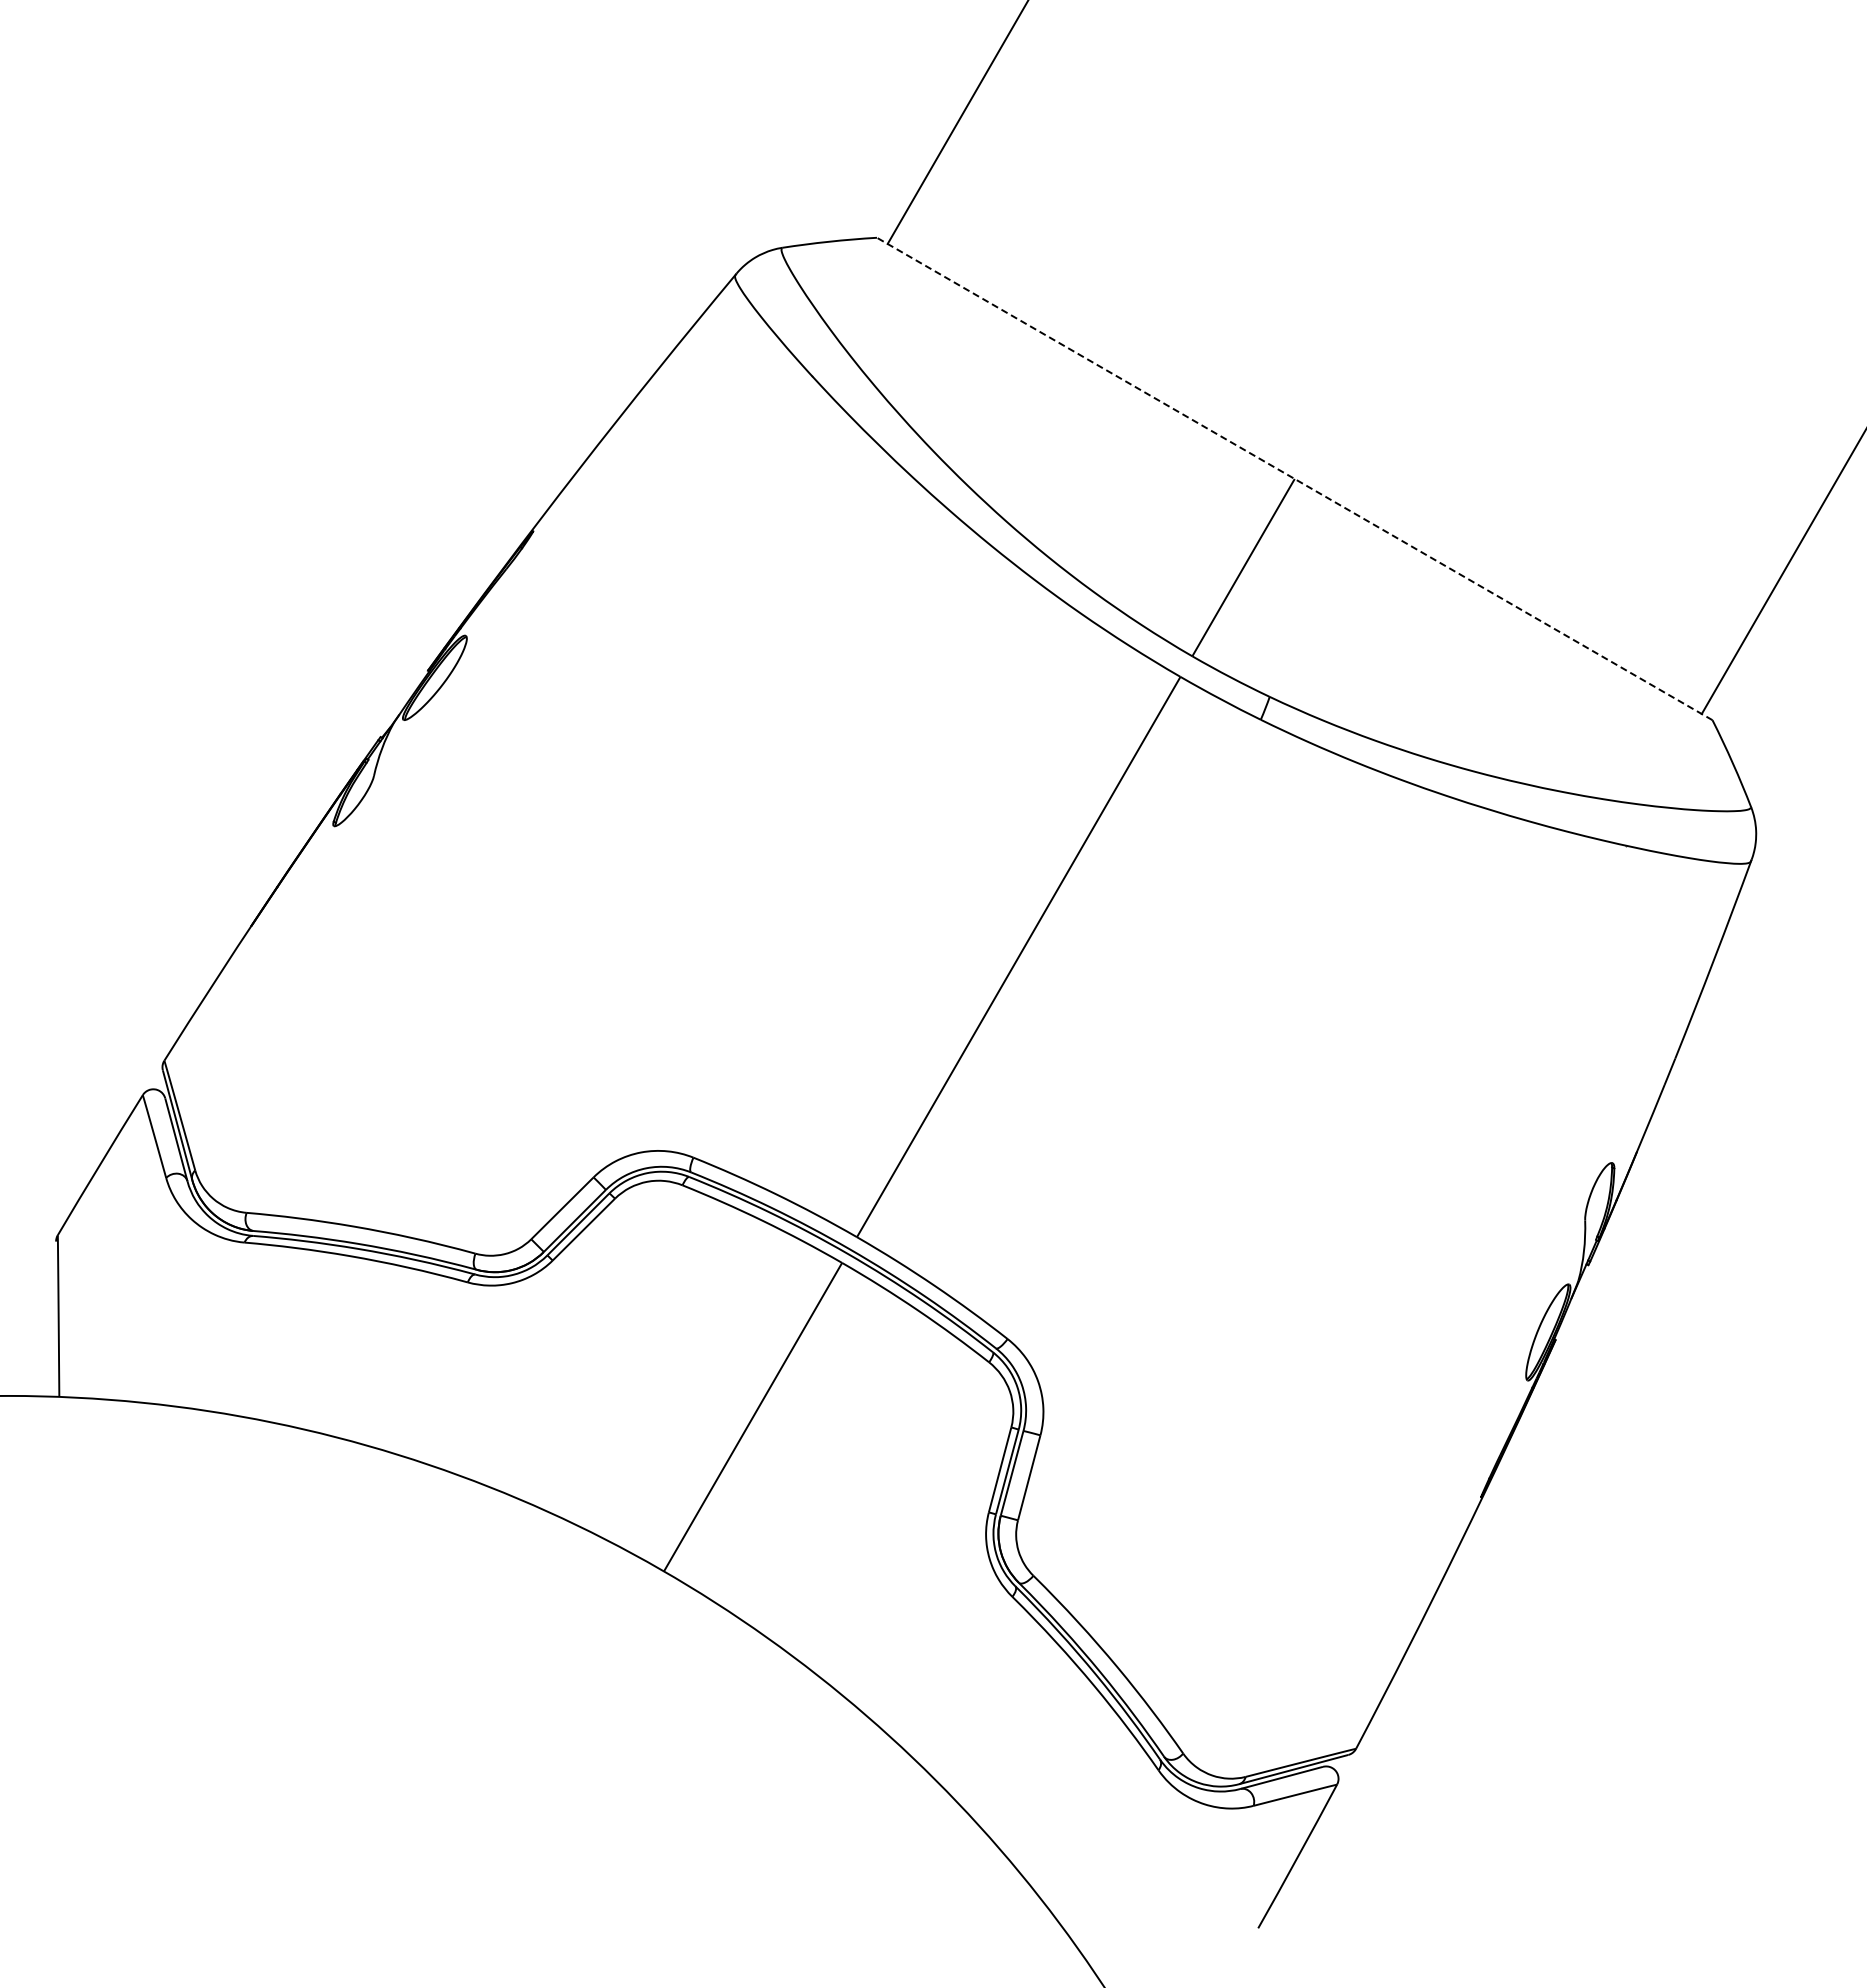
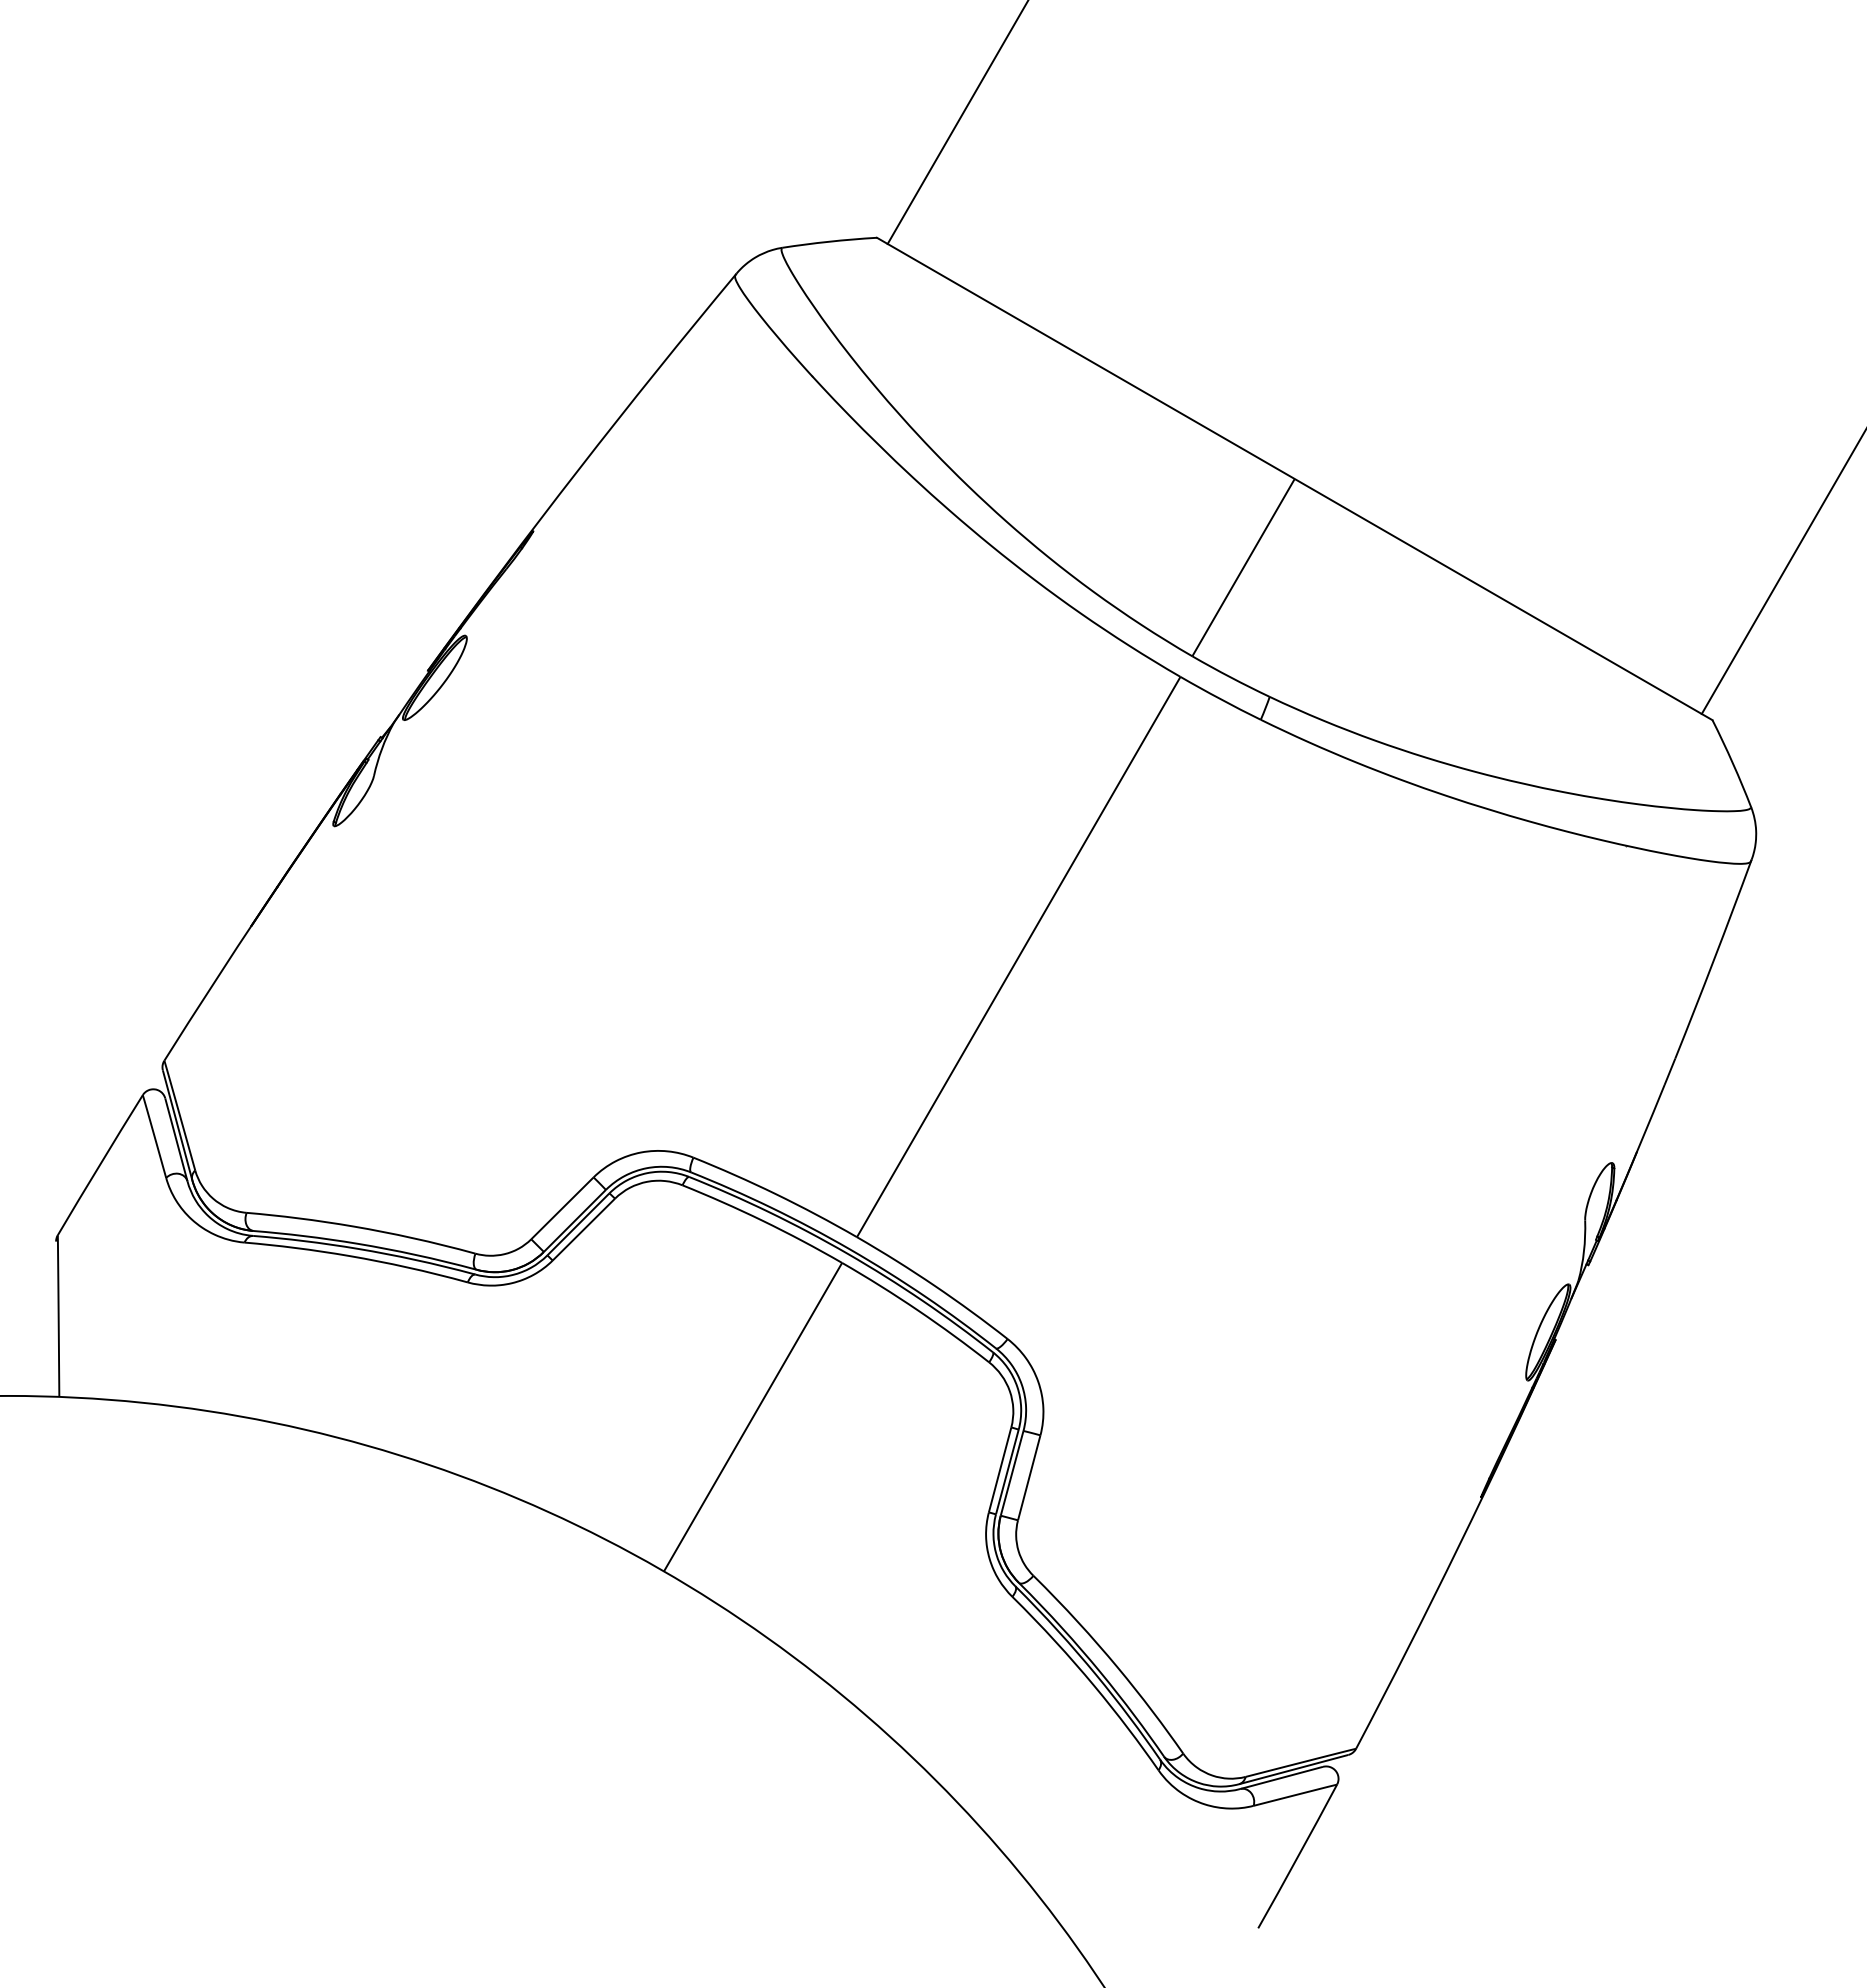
line at (1294, 478): dashed -> solid
